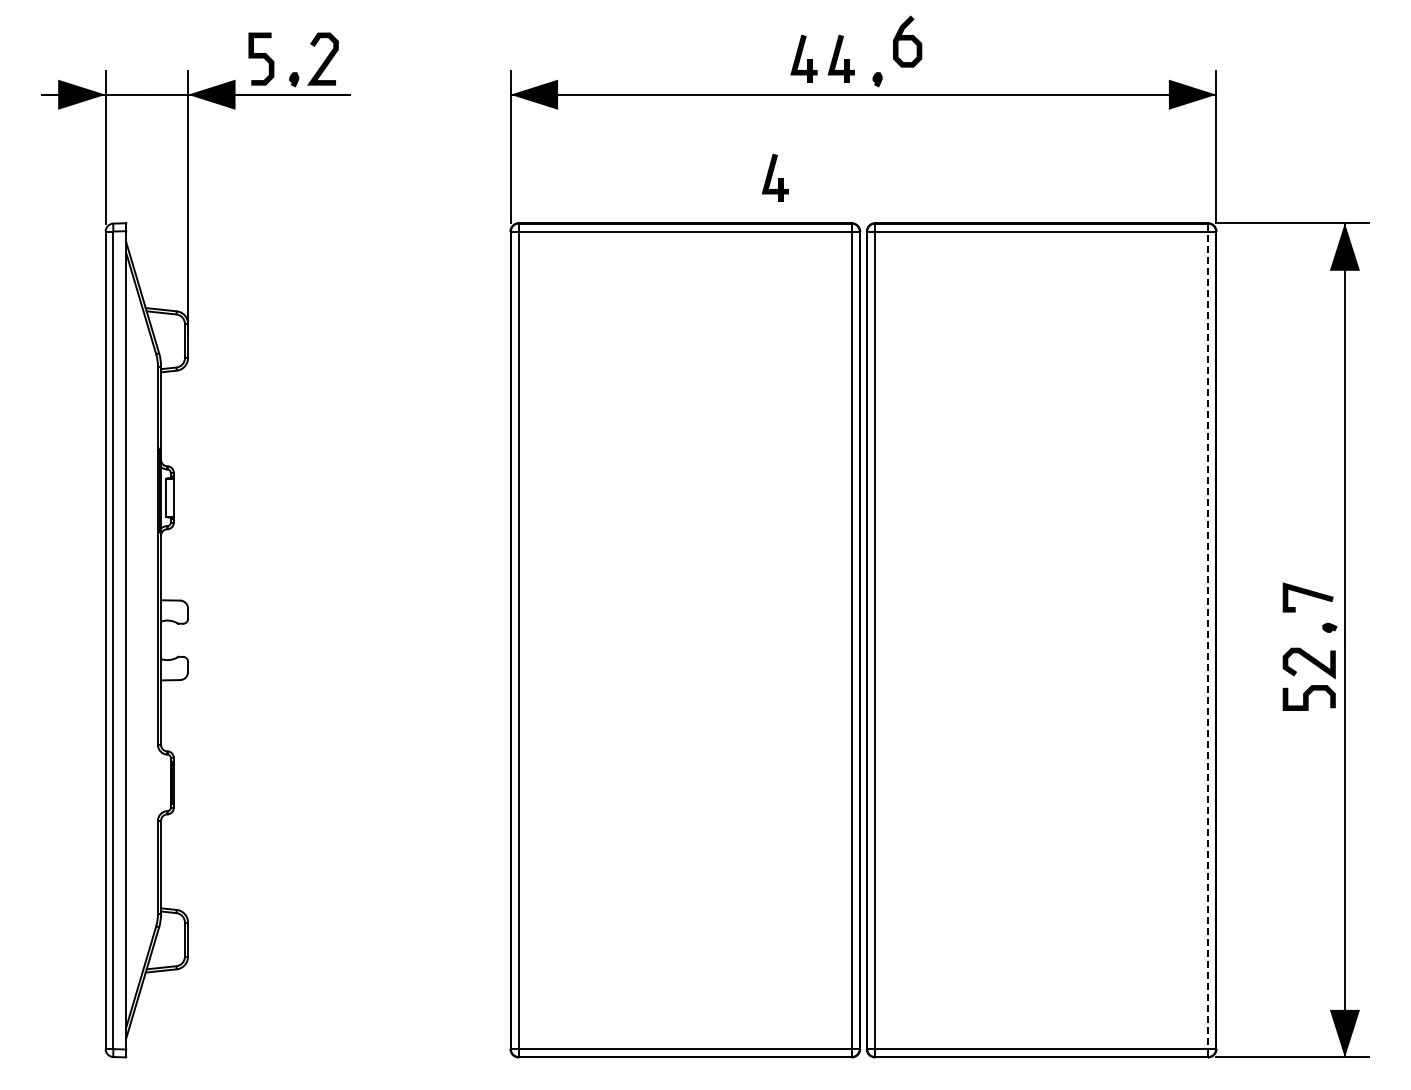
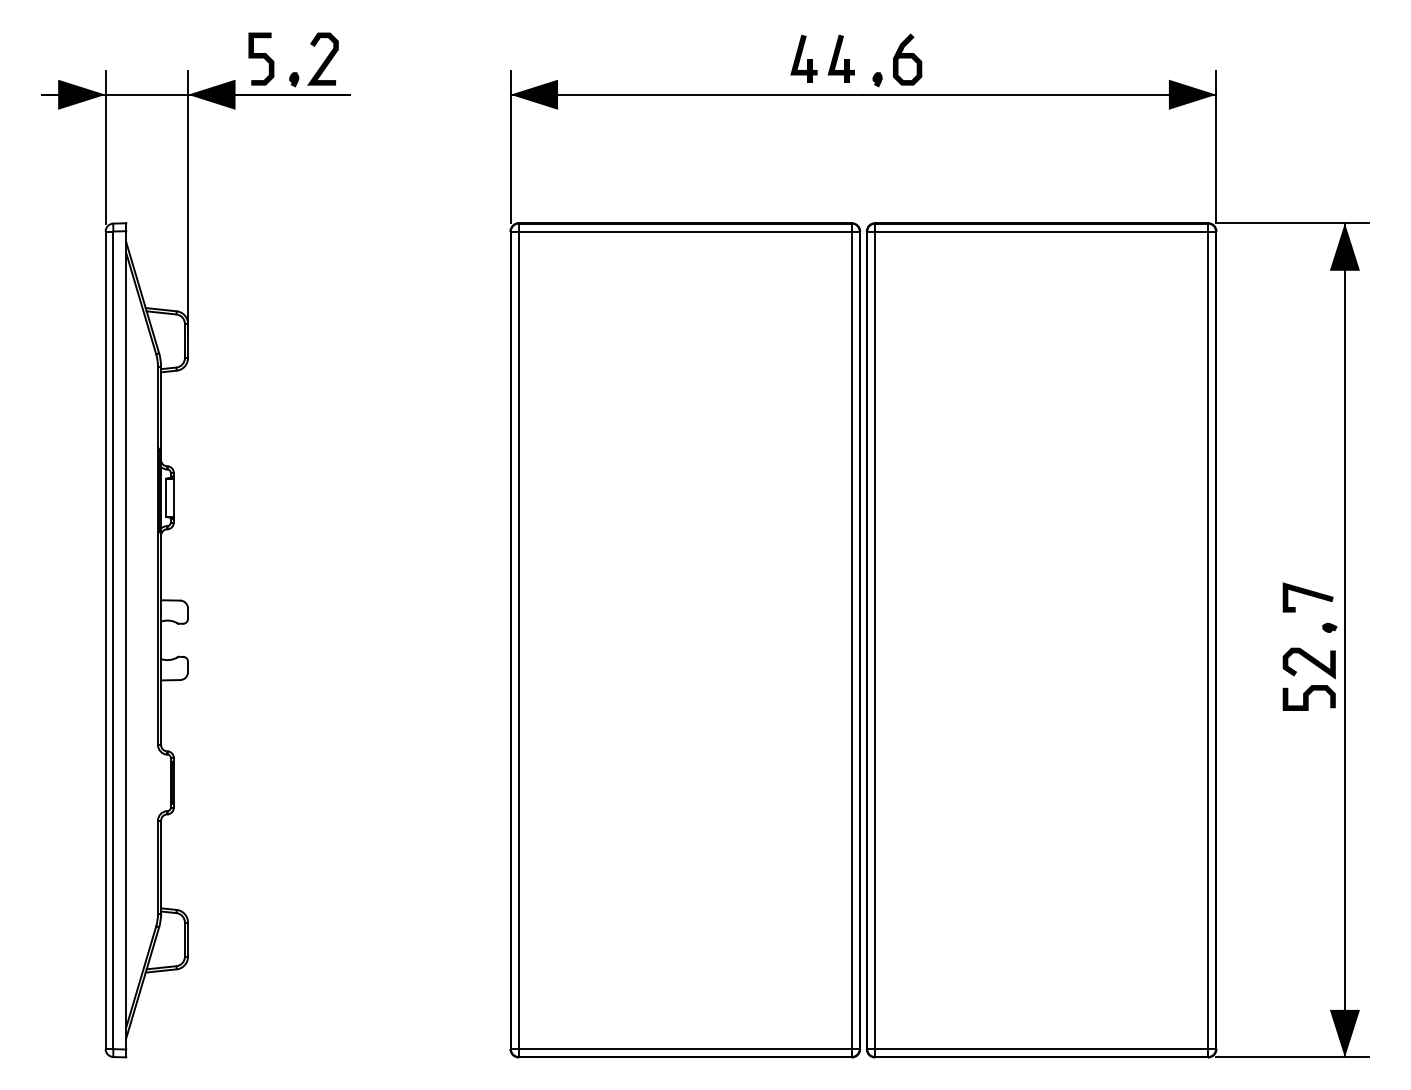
curve at (907, 40) position: (907, 40) -> (907, 58)
part at (774, 177): present -> none
line at (1208, 640): dashed -> solid
